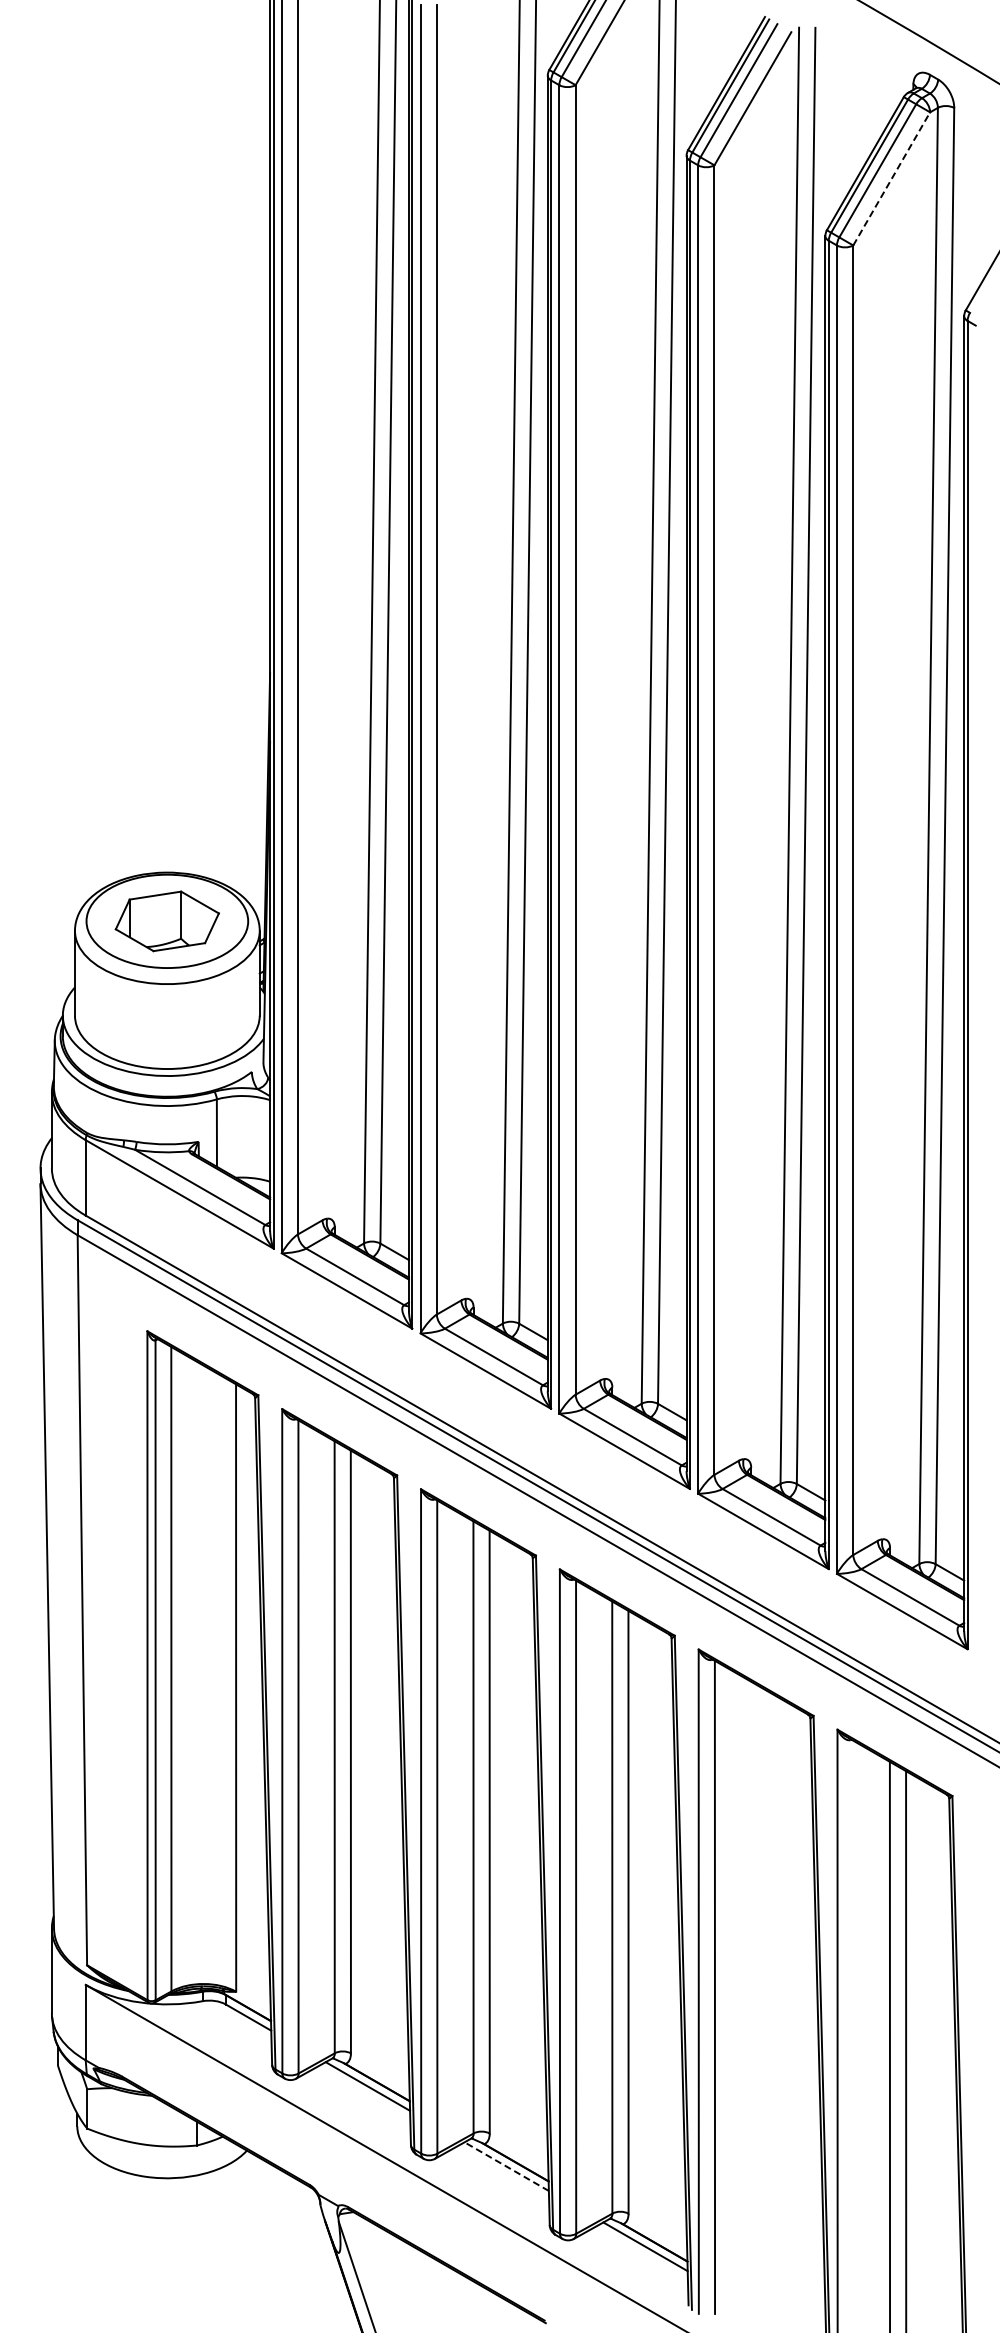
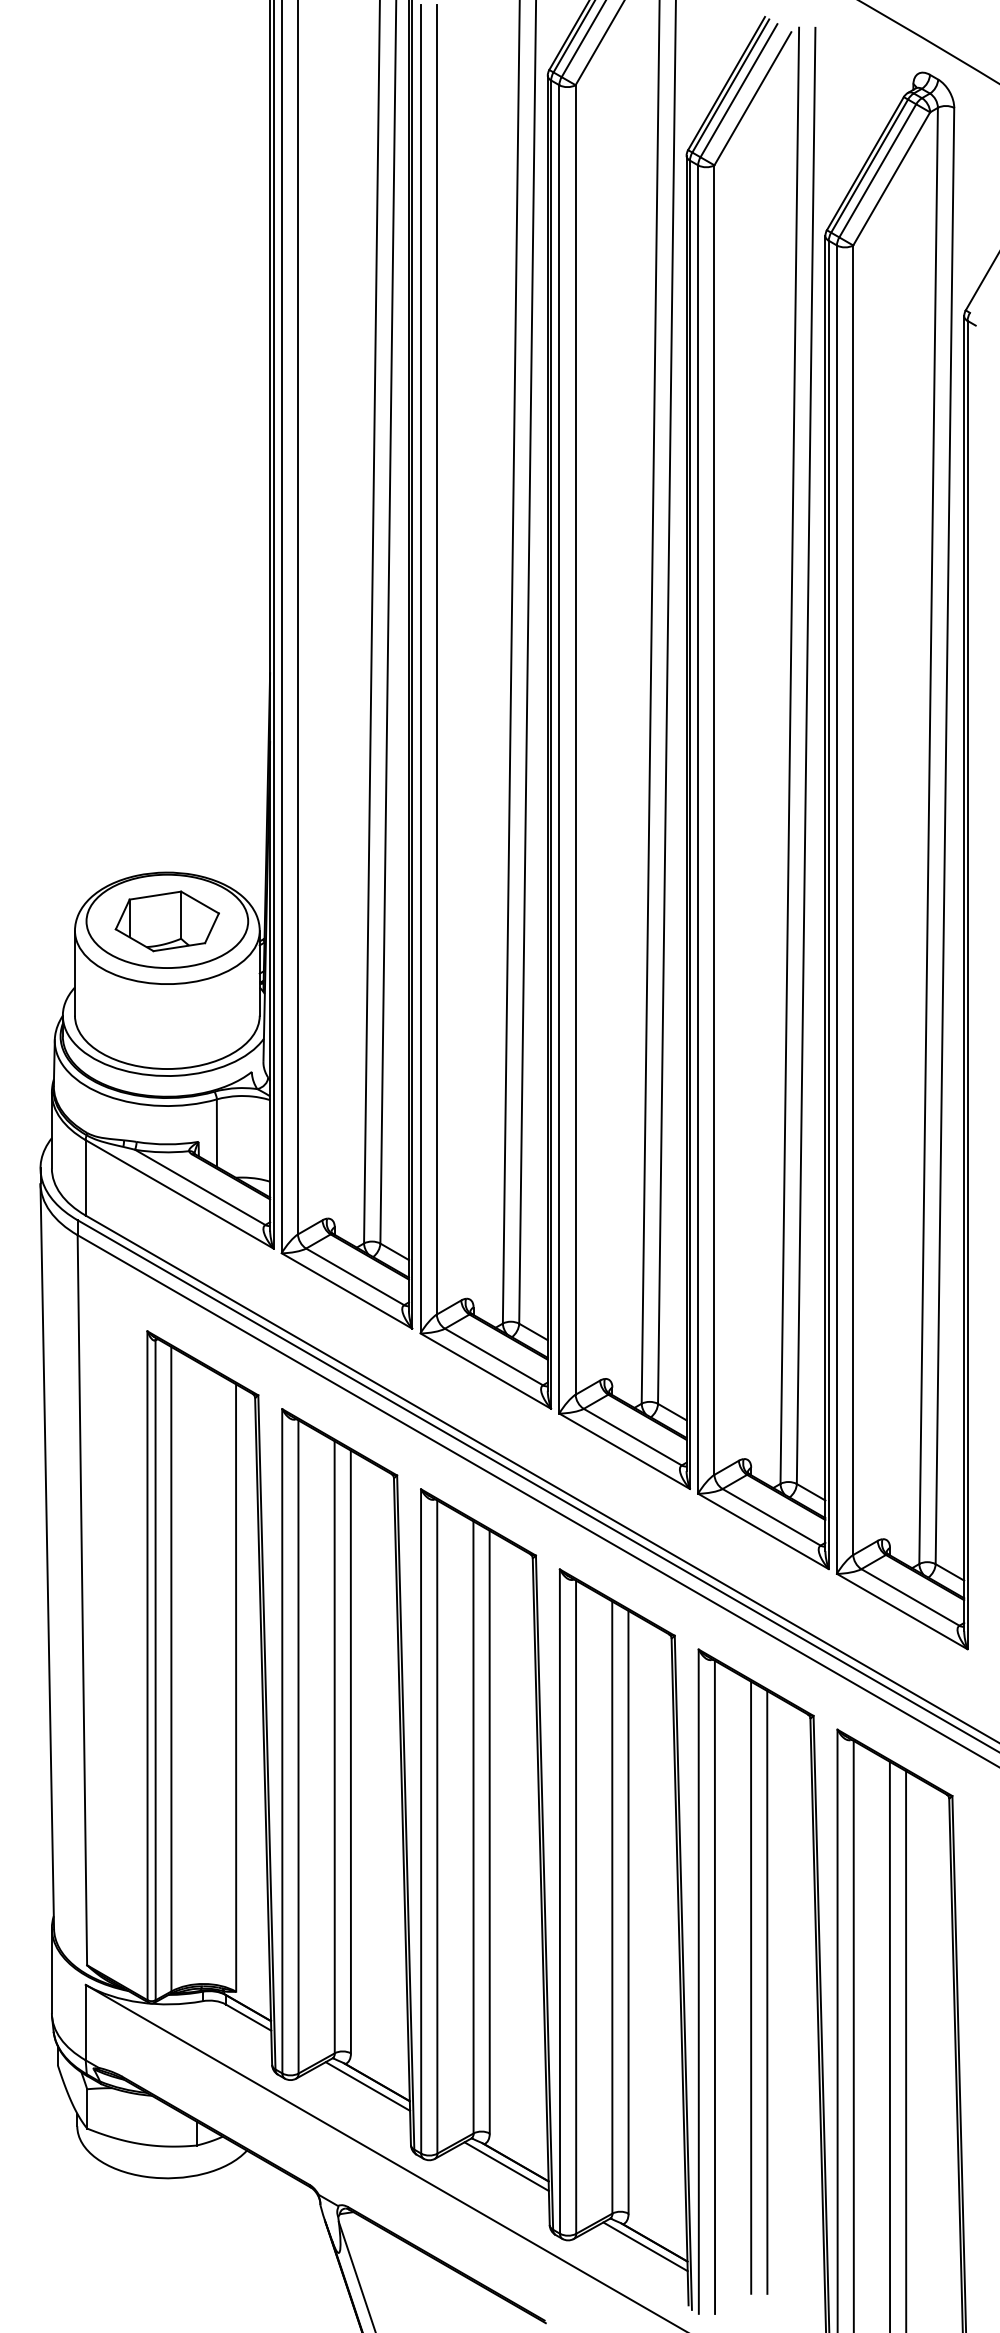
line at (891, 178): dashed -> solid
line at (751, 1987): none -> present
line at (767, 1992): none -> present
line at (853, 2034): none -> present
line at (506, 2166): dashed -> solid
